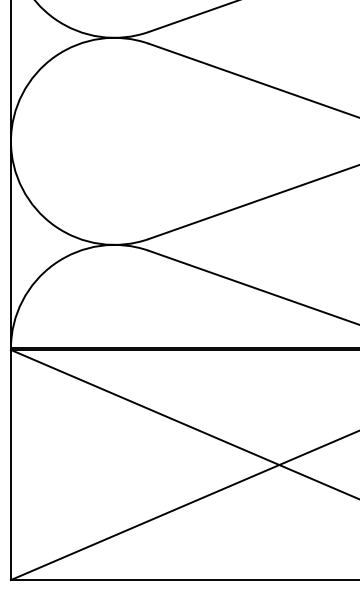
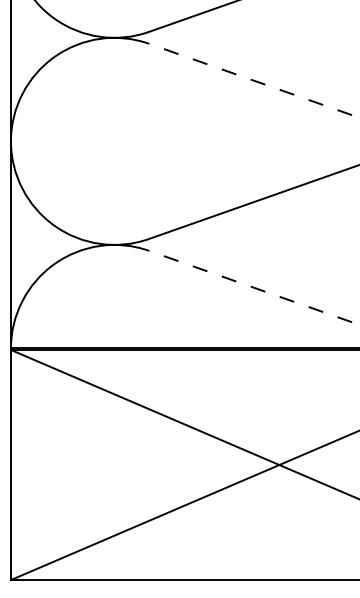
line at (254, 80): solid -> dashed
line at (254, 287): solid -> dashed
